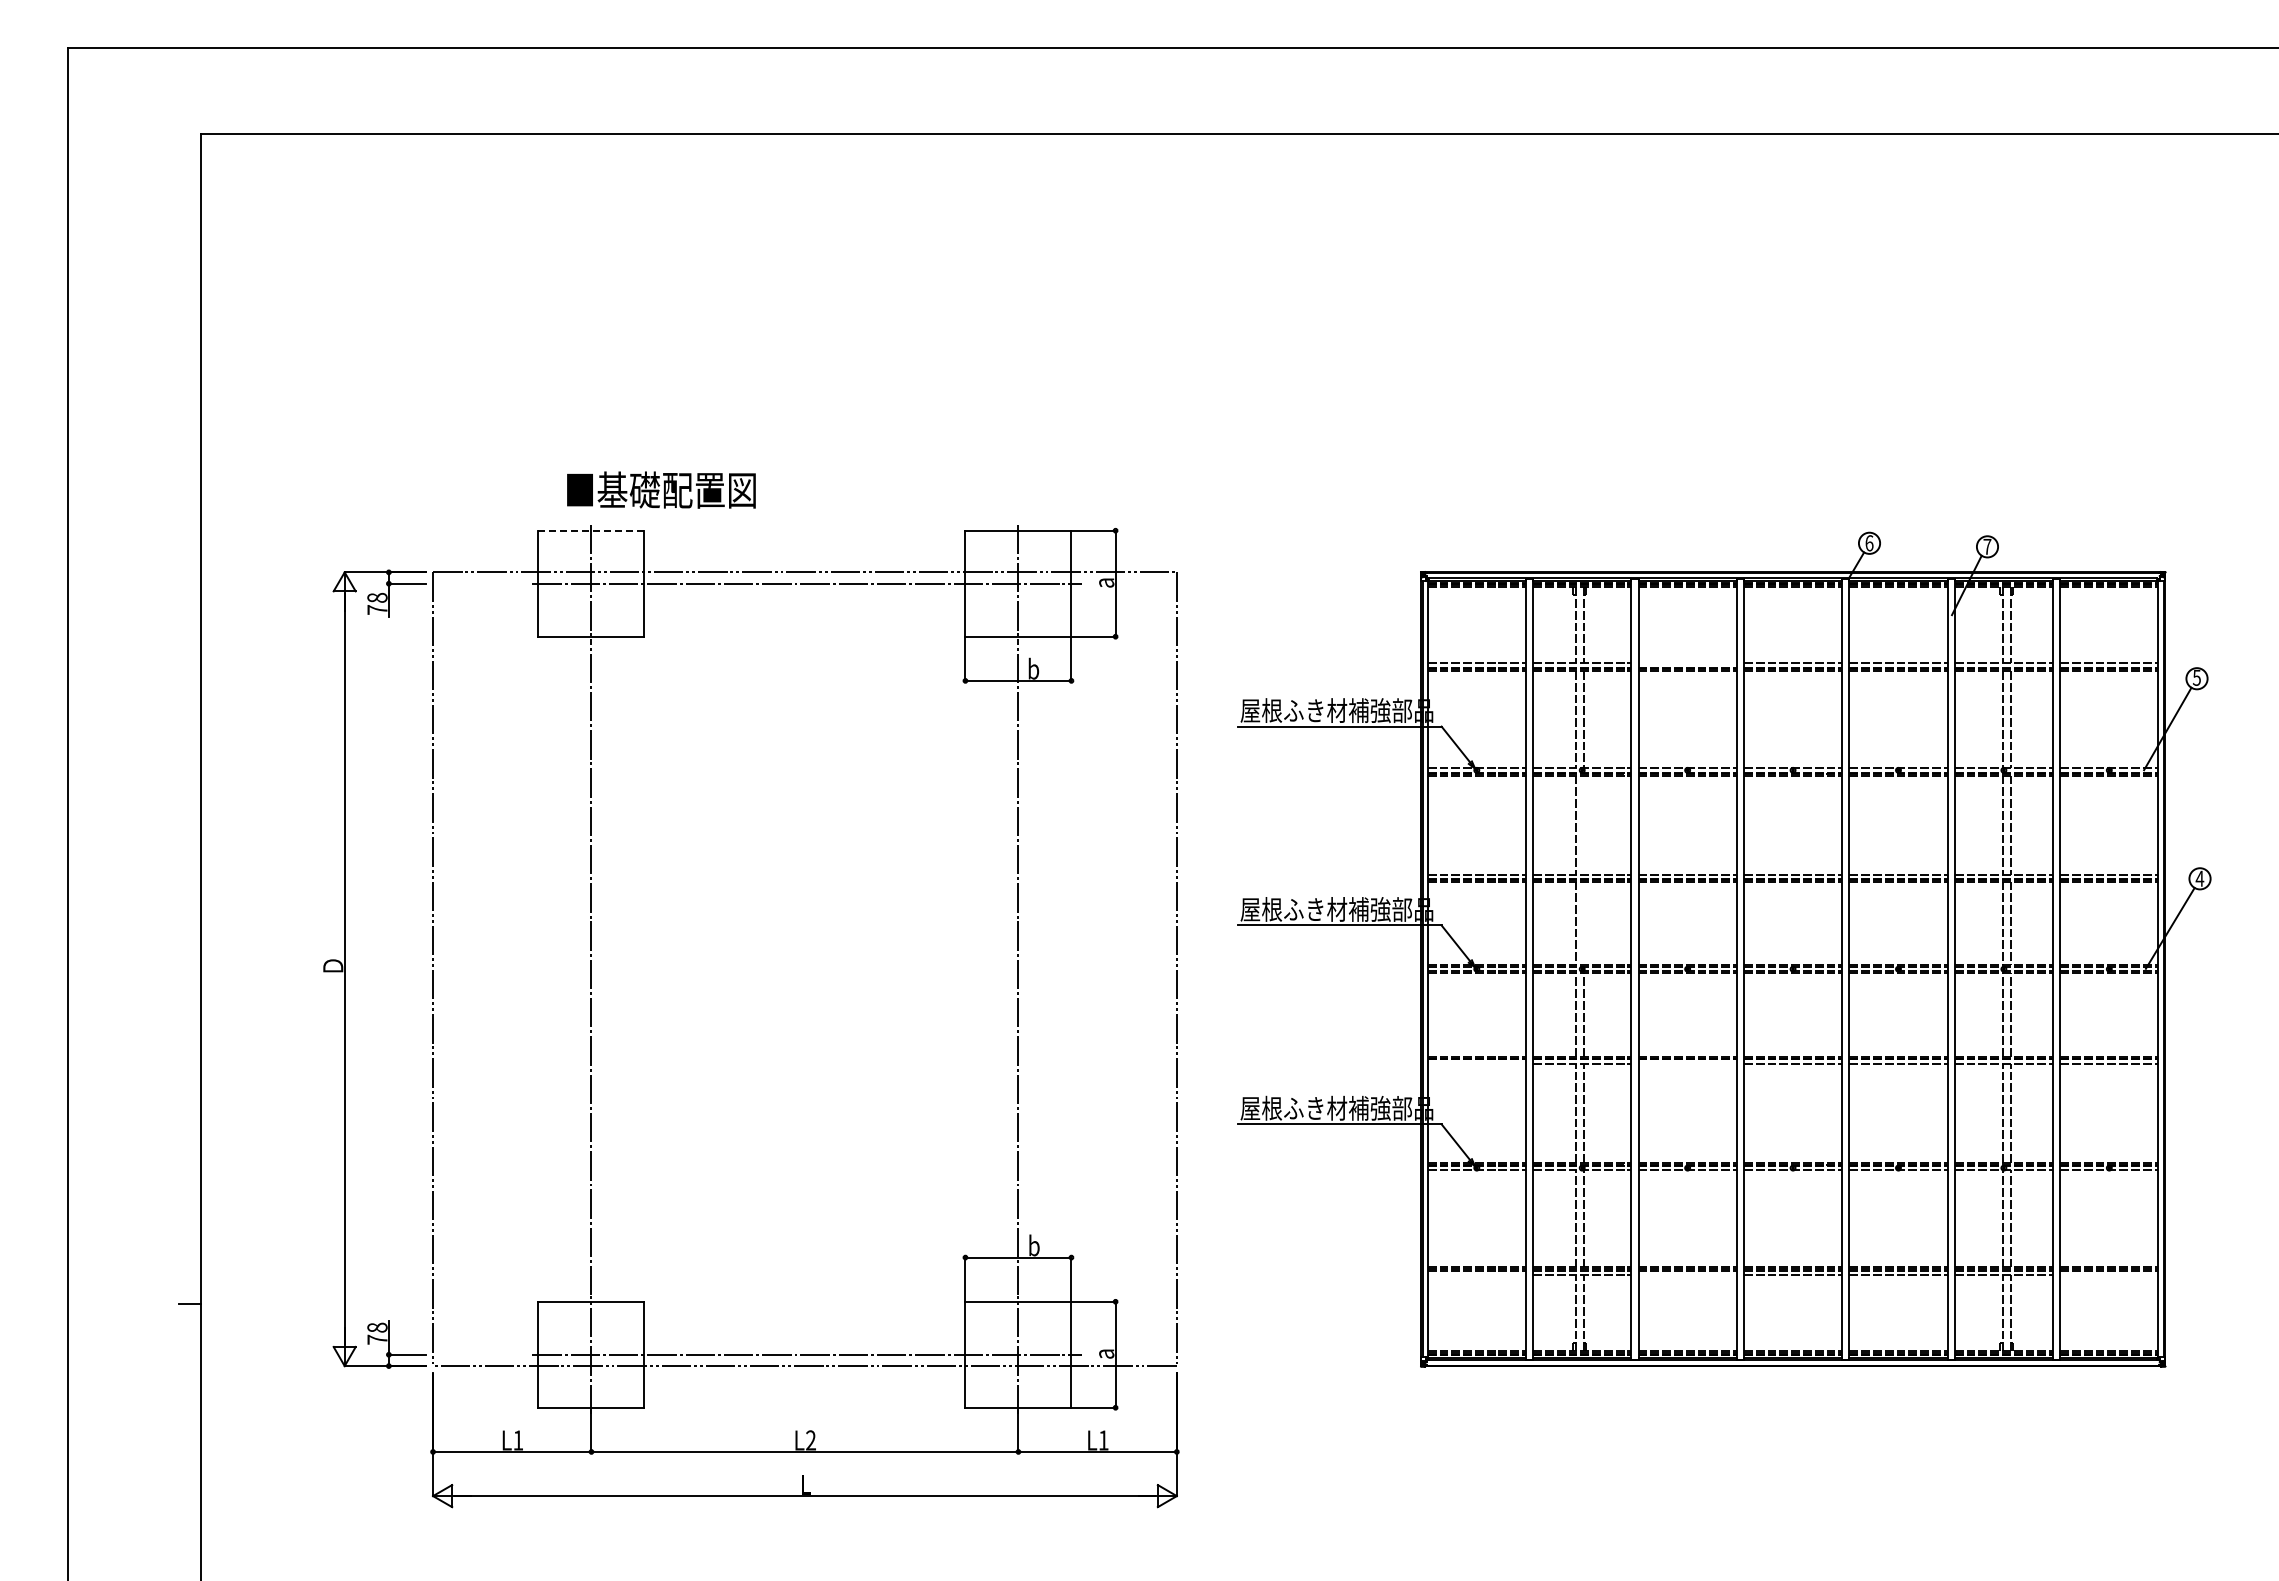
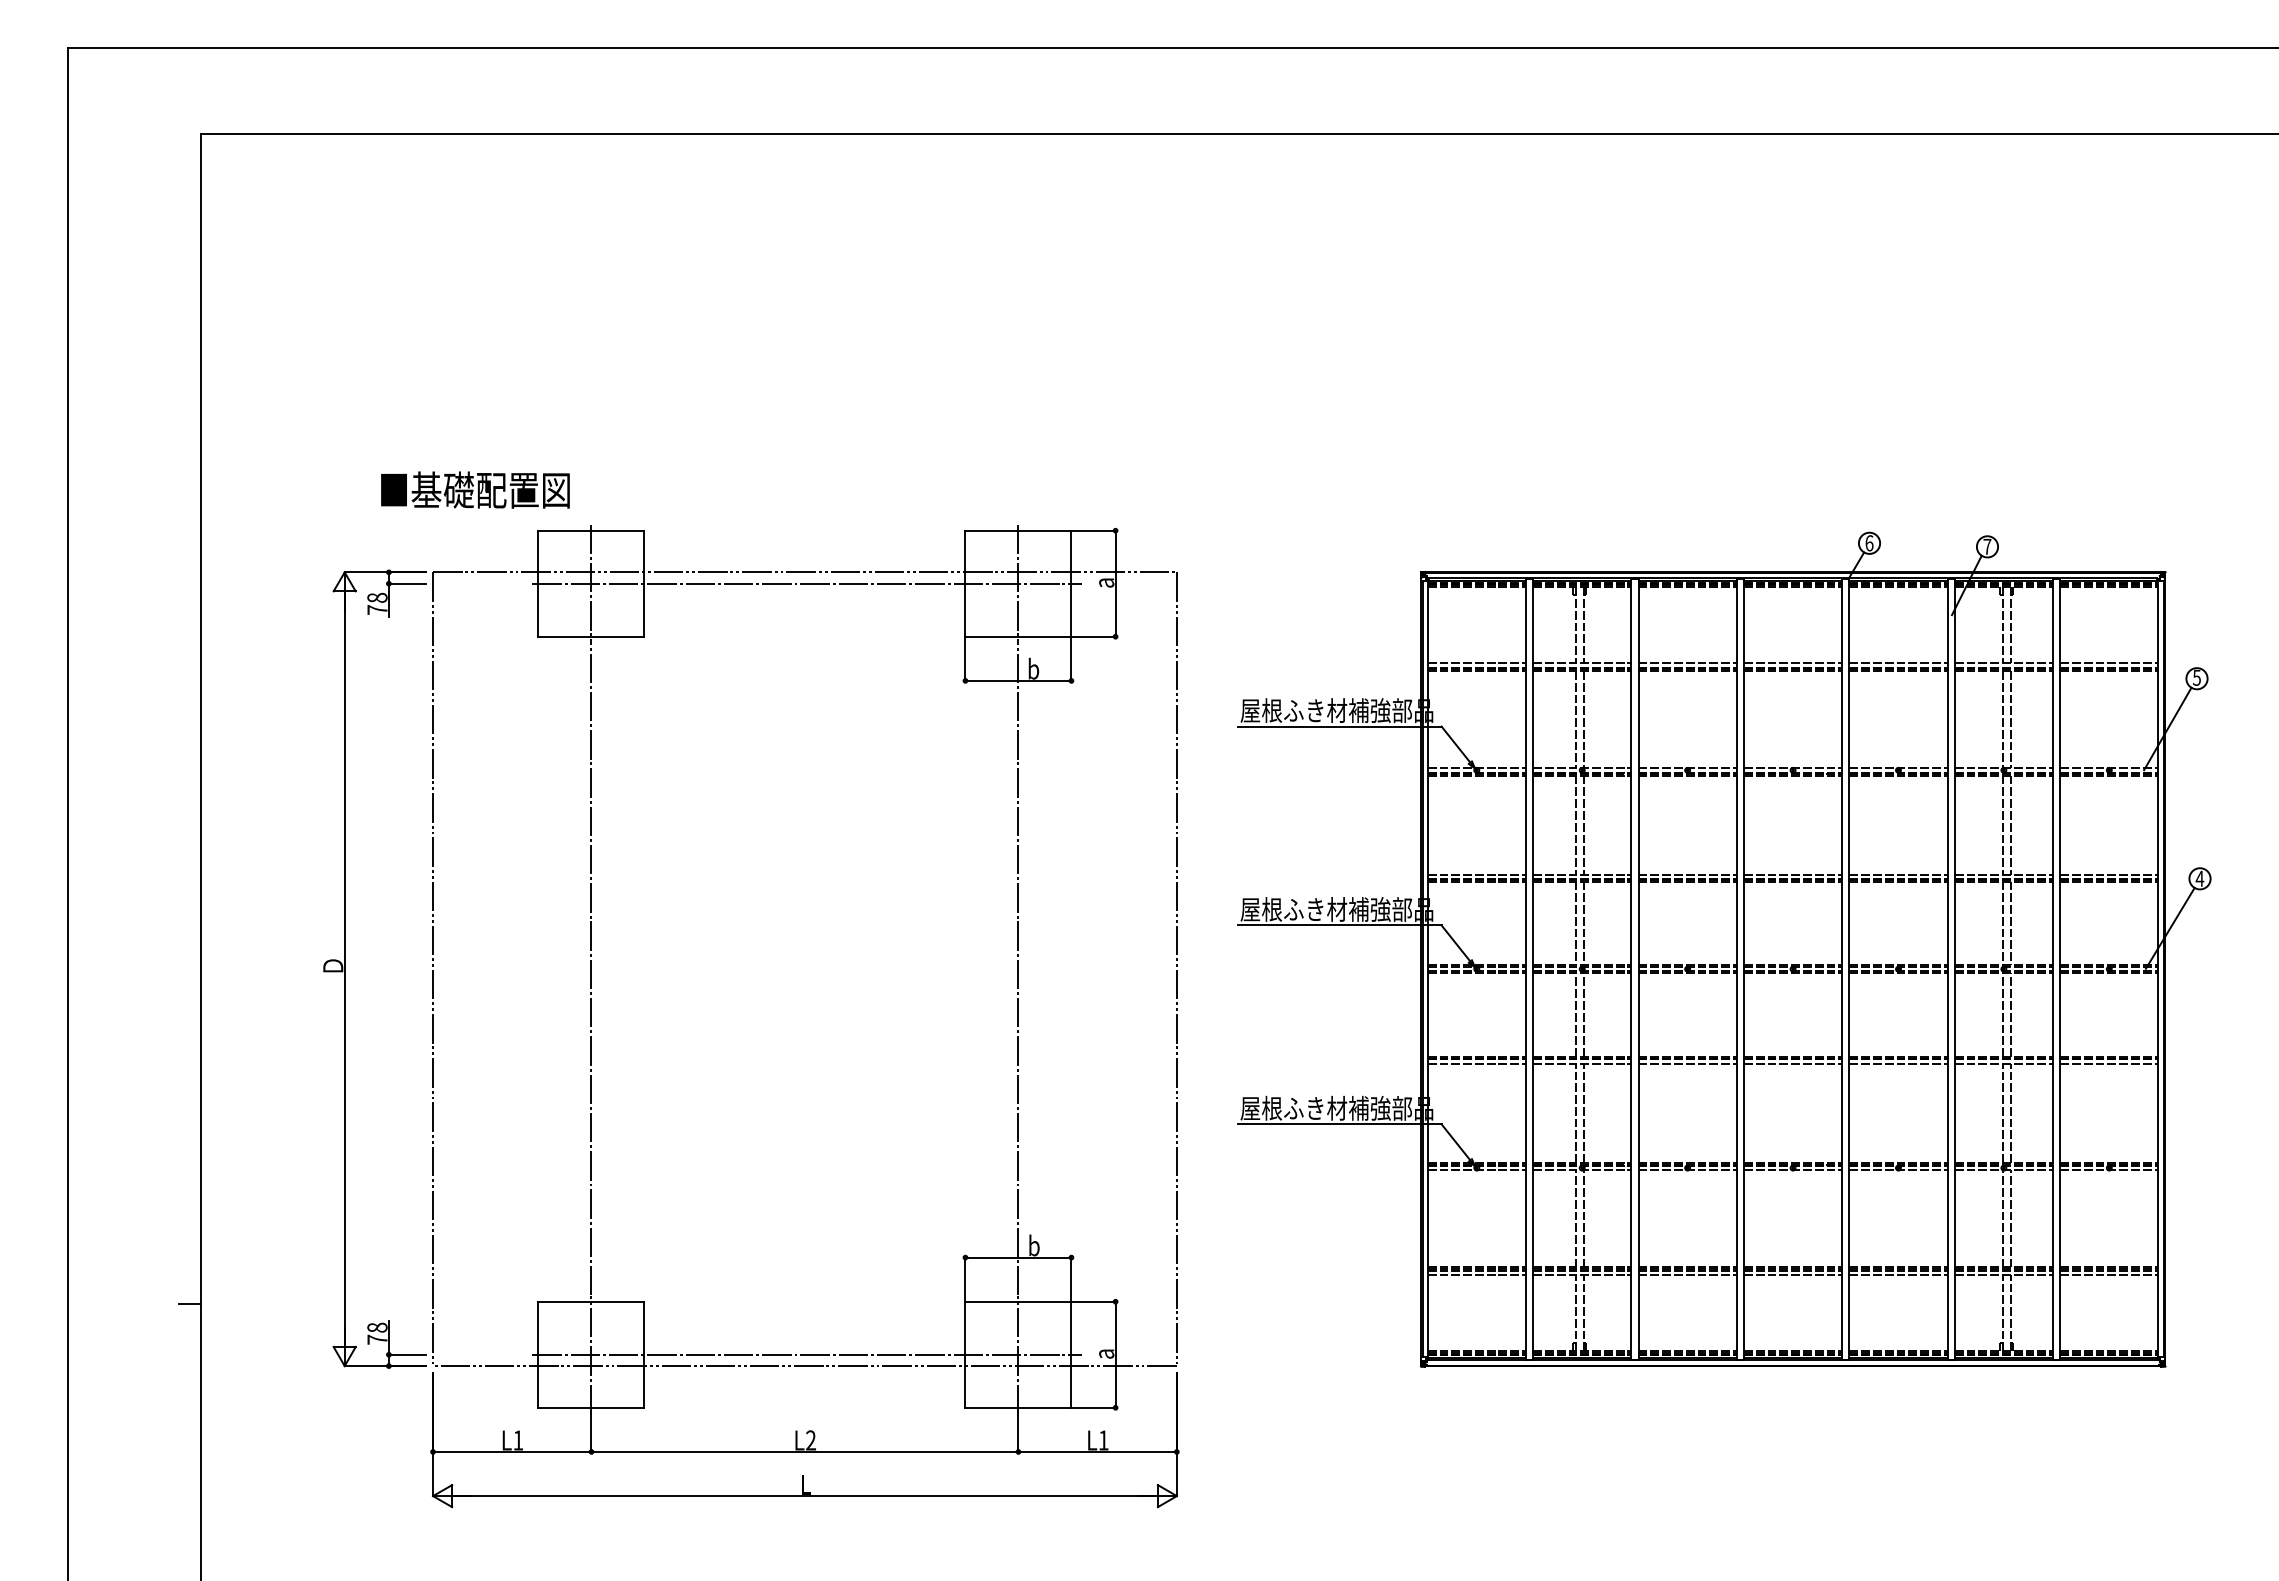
text at (661, 489) position: (661, 489) -> (475, 489)
line at (591, 530): dashed -> solid
line at (1687, 663): none -> present
line at (1583, 824): none -> present
line at (1583, 923): none -> present
line at (1476, 1063): none -> present
line at (1687, 1063): none -> present
line at (1476, 1275): none -> present
line at (1687, 1275): none -> present
line at (2109, 1275): none -> present
